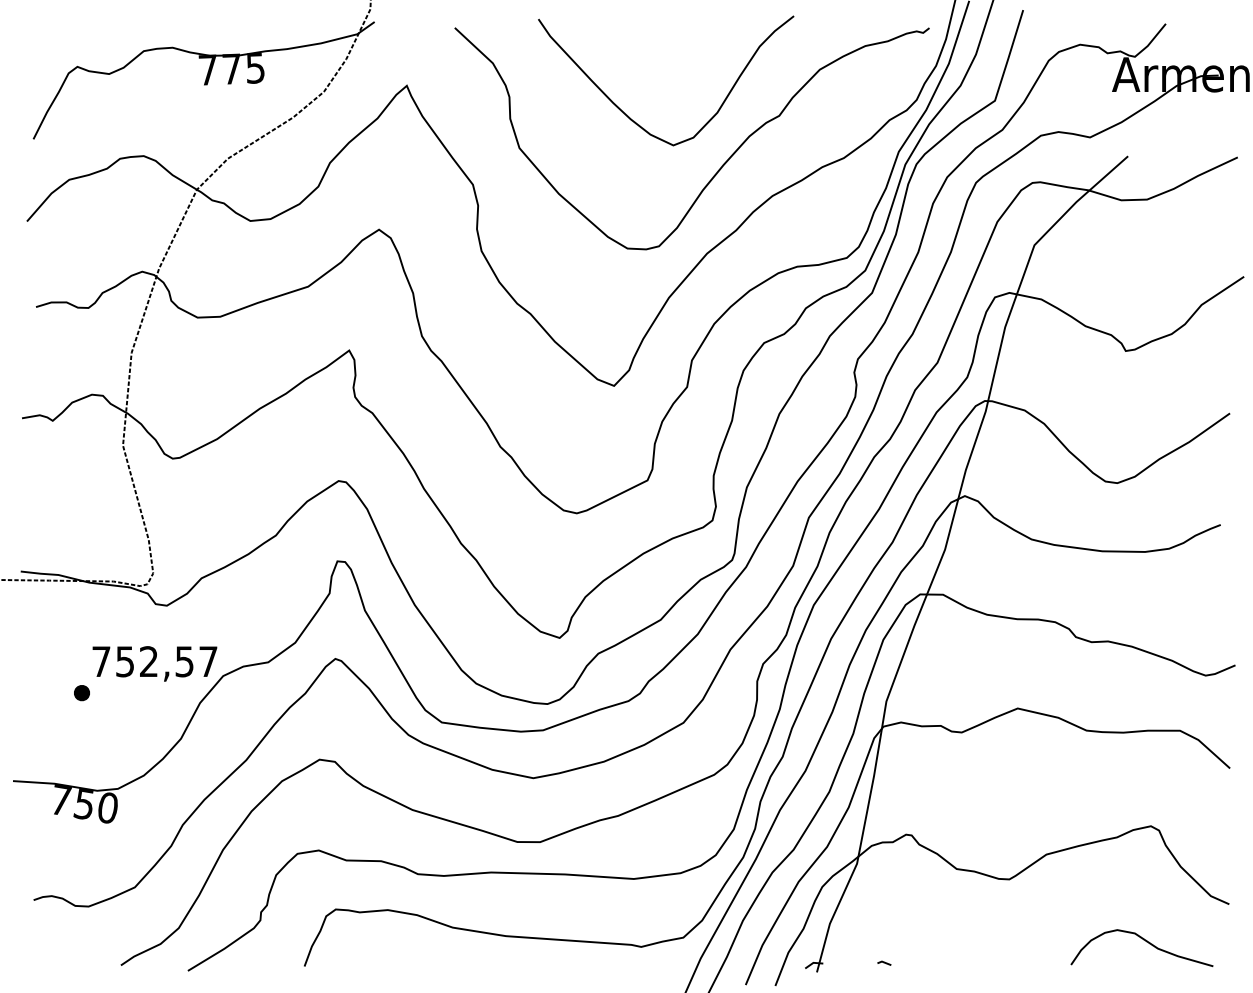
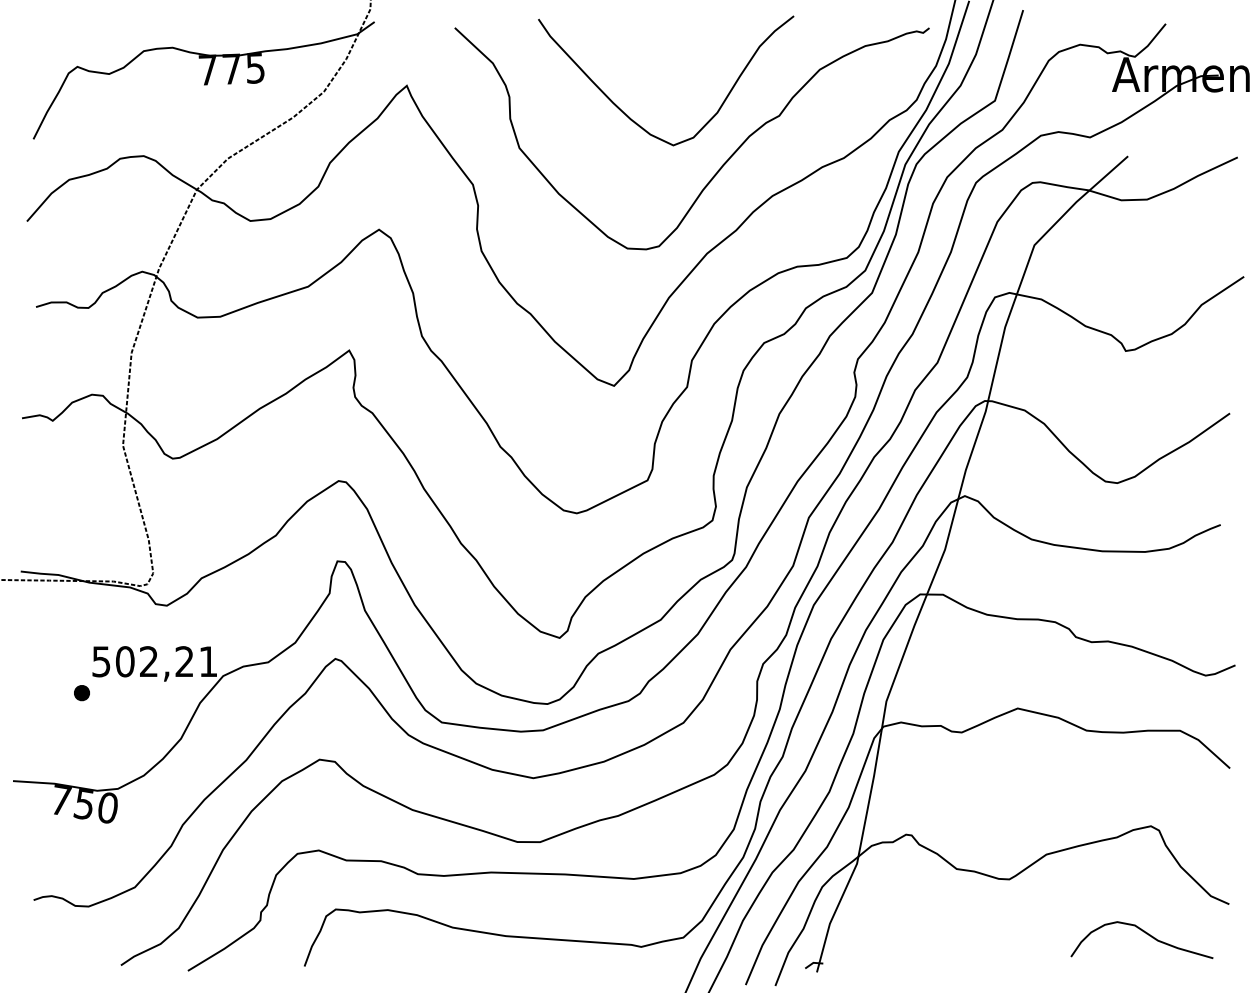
text at (154, 661): 752,57 -> 502,21
curve at (1146, 942) position: (1146, 942) -> (1146, 934)
line at (884, 962): present -> none
